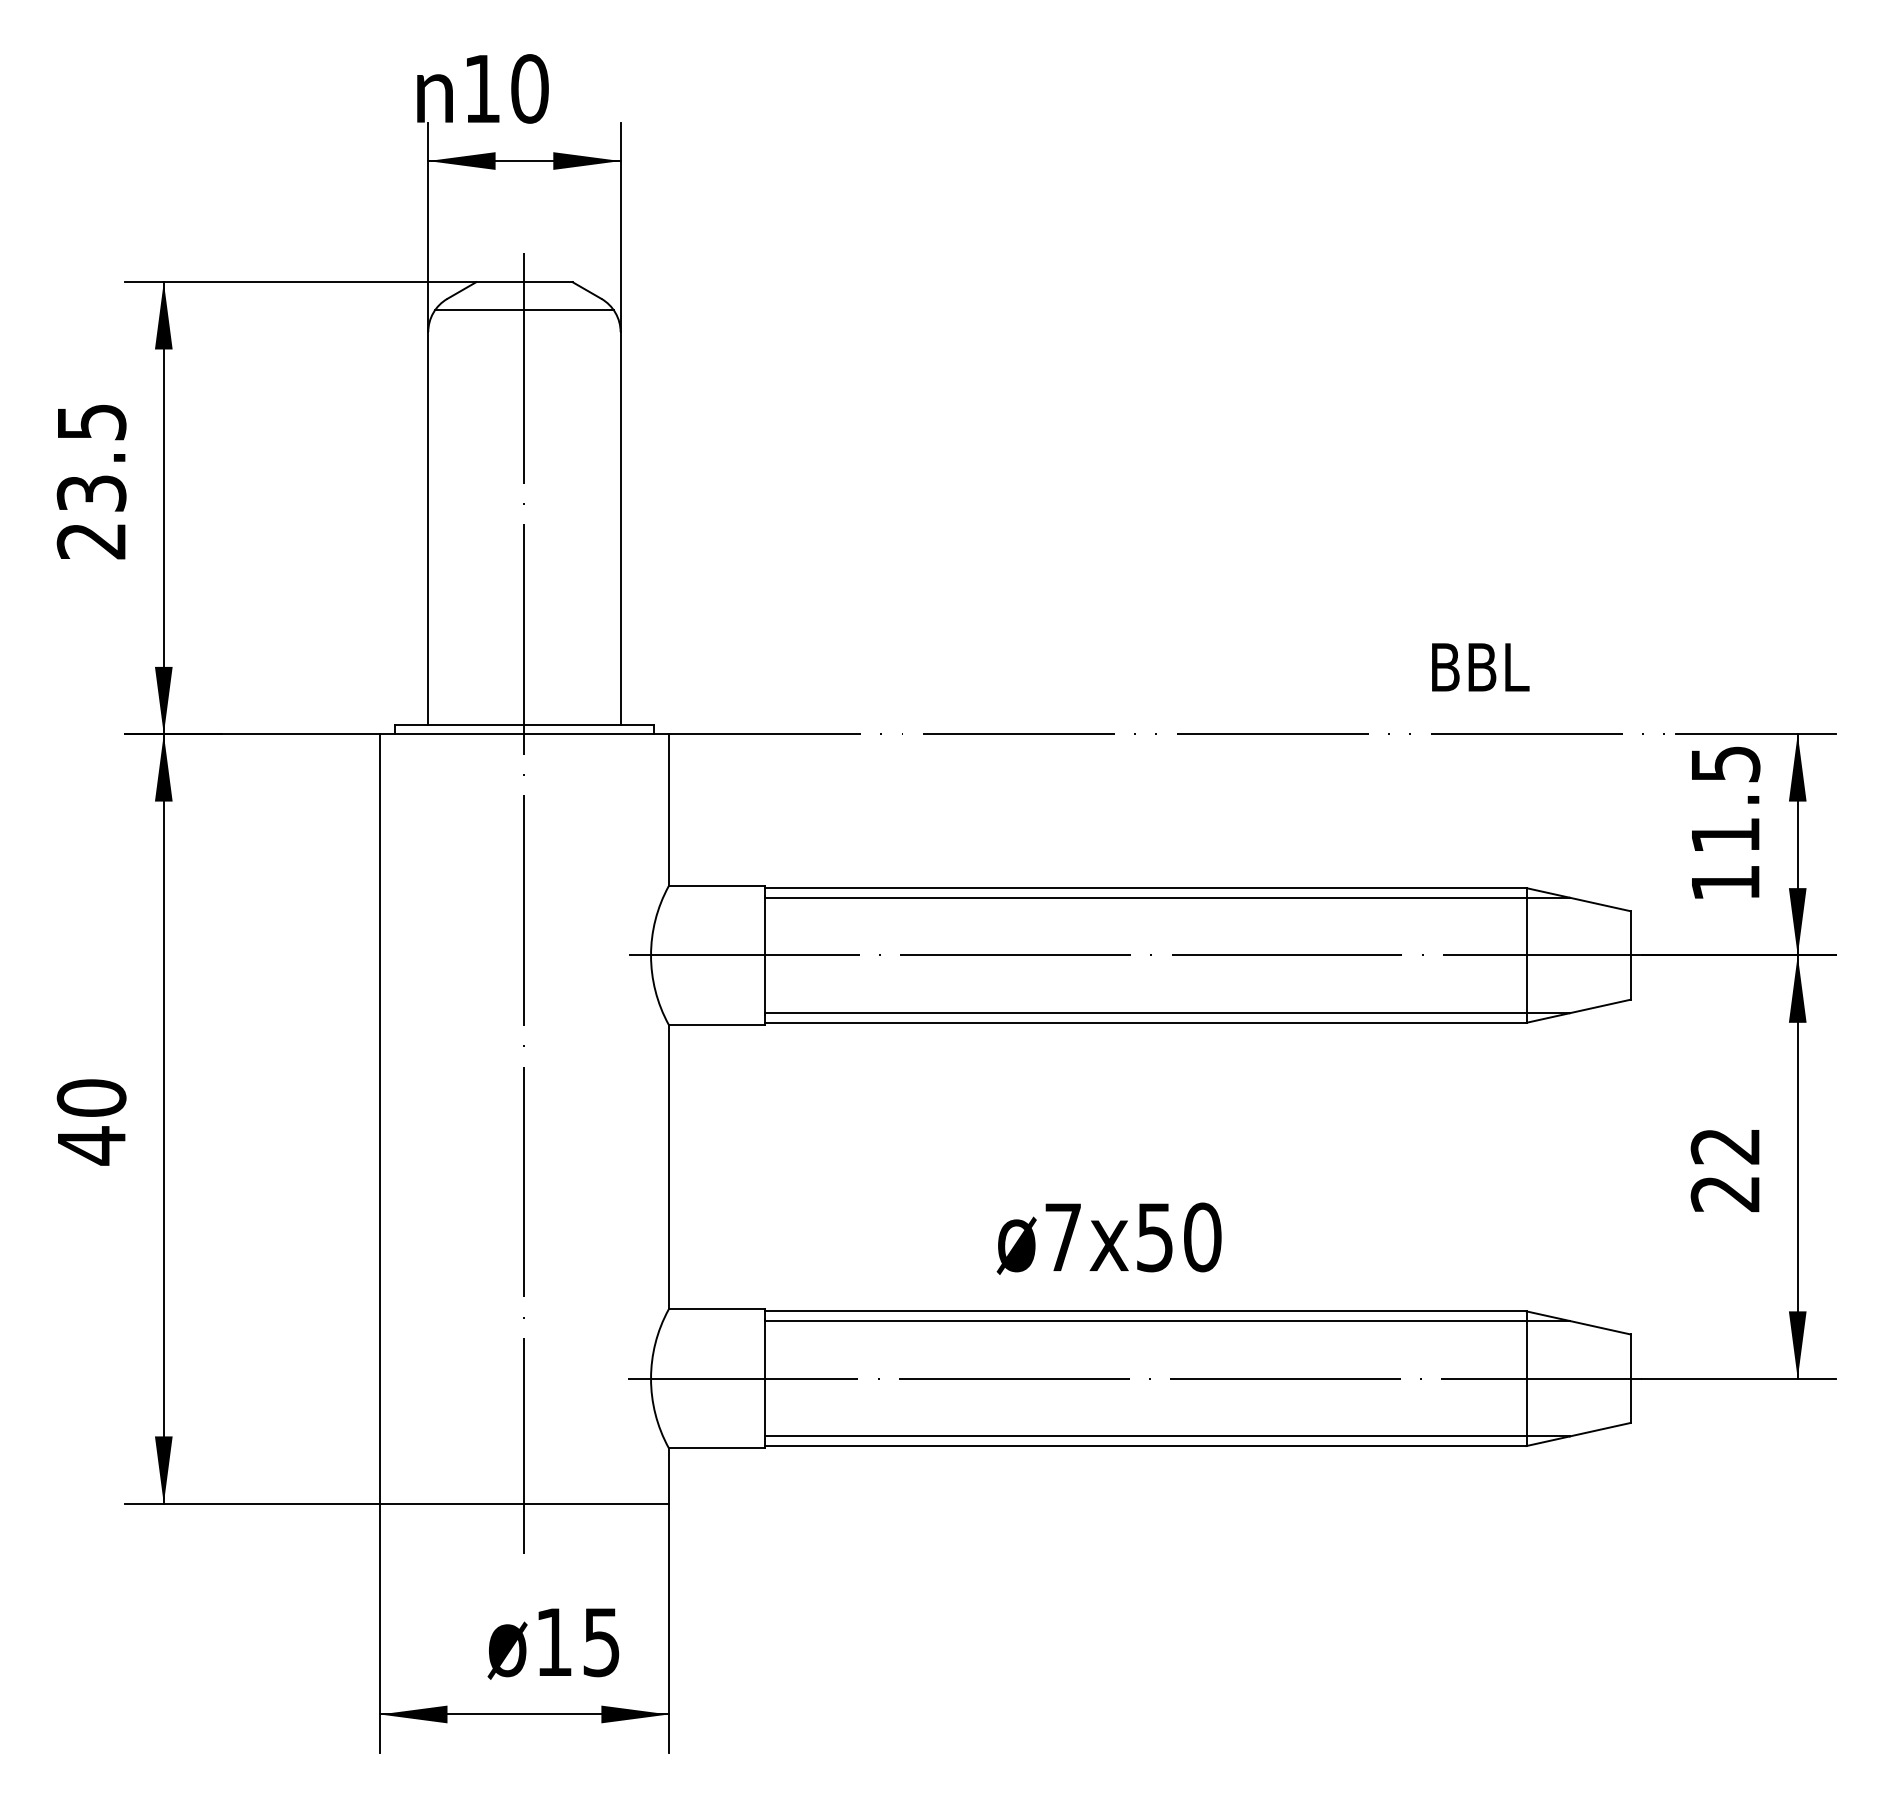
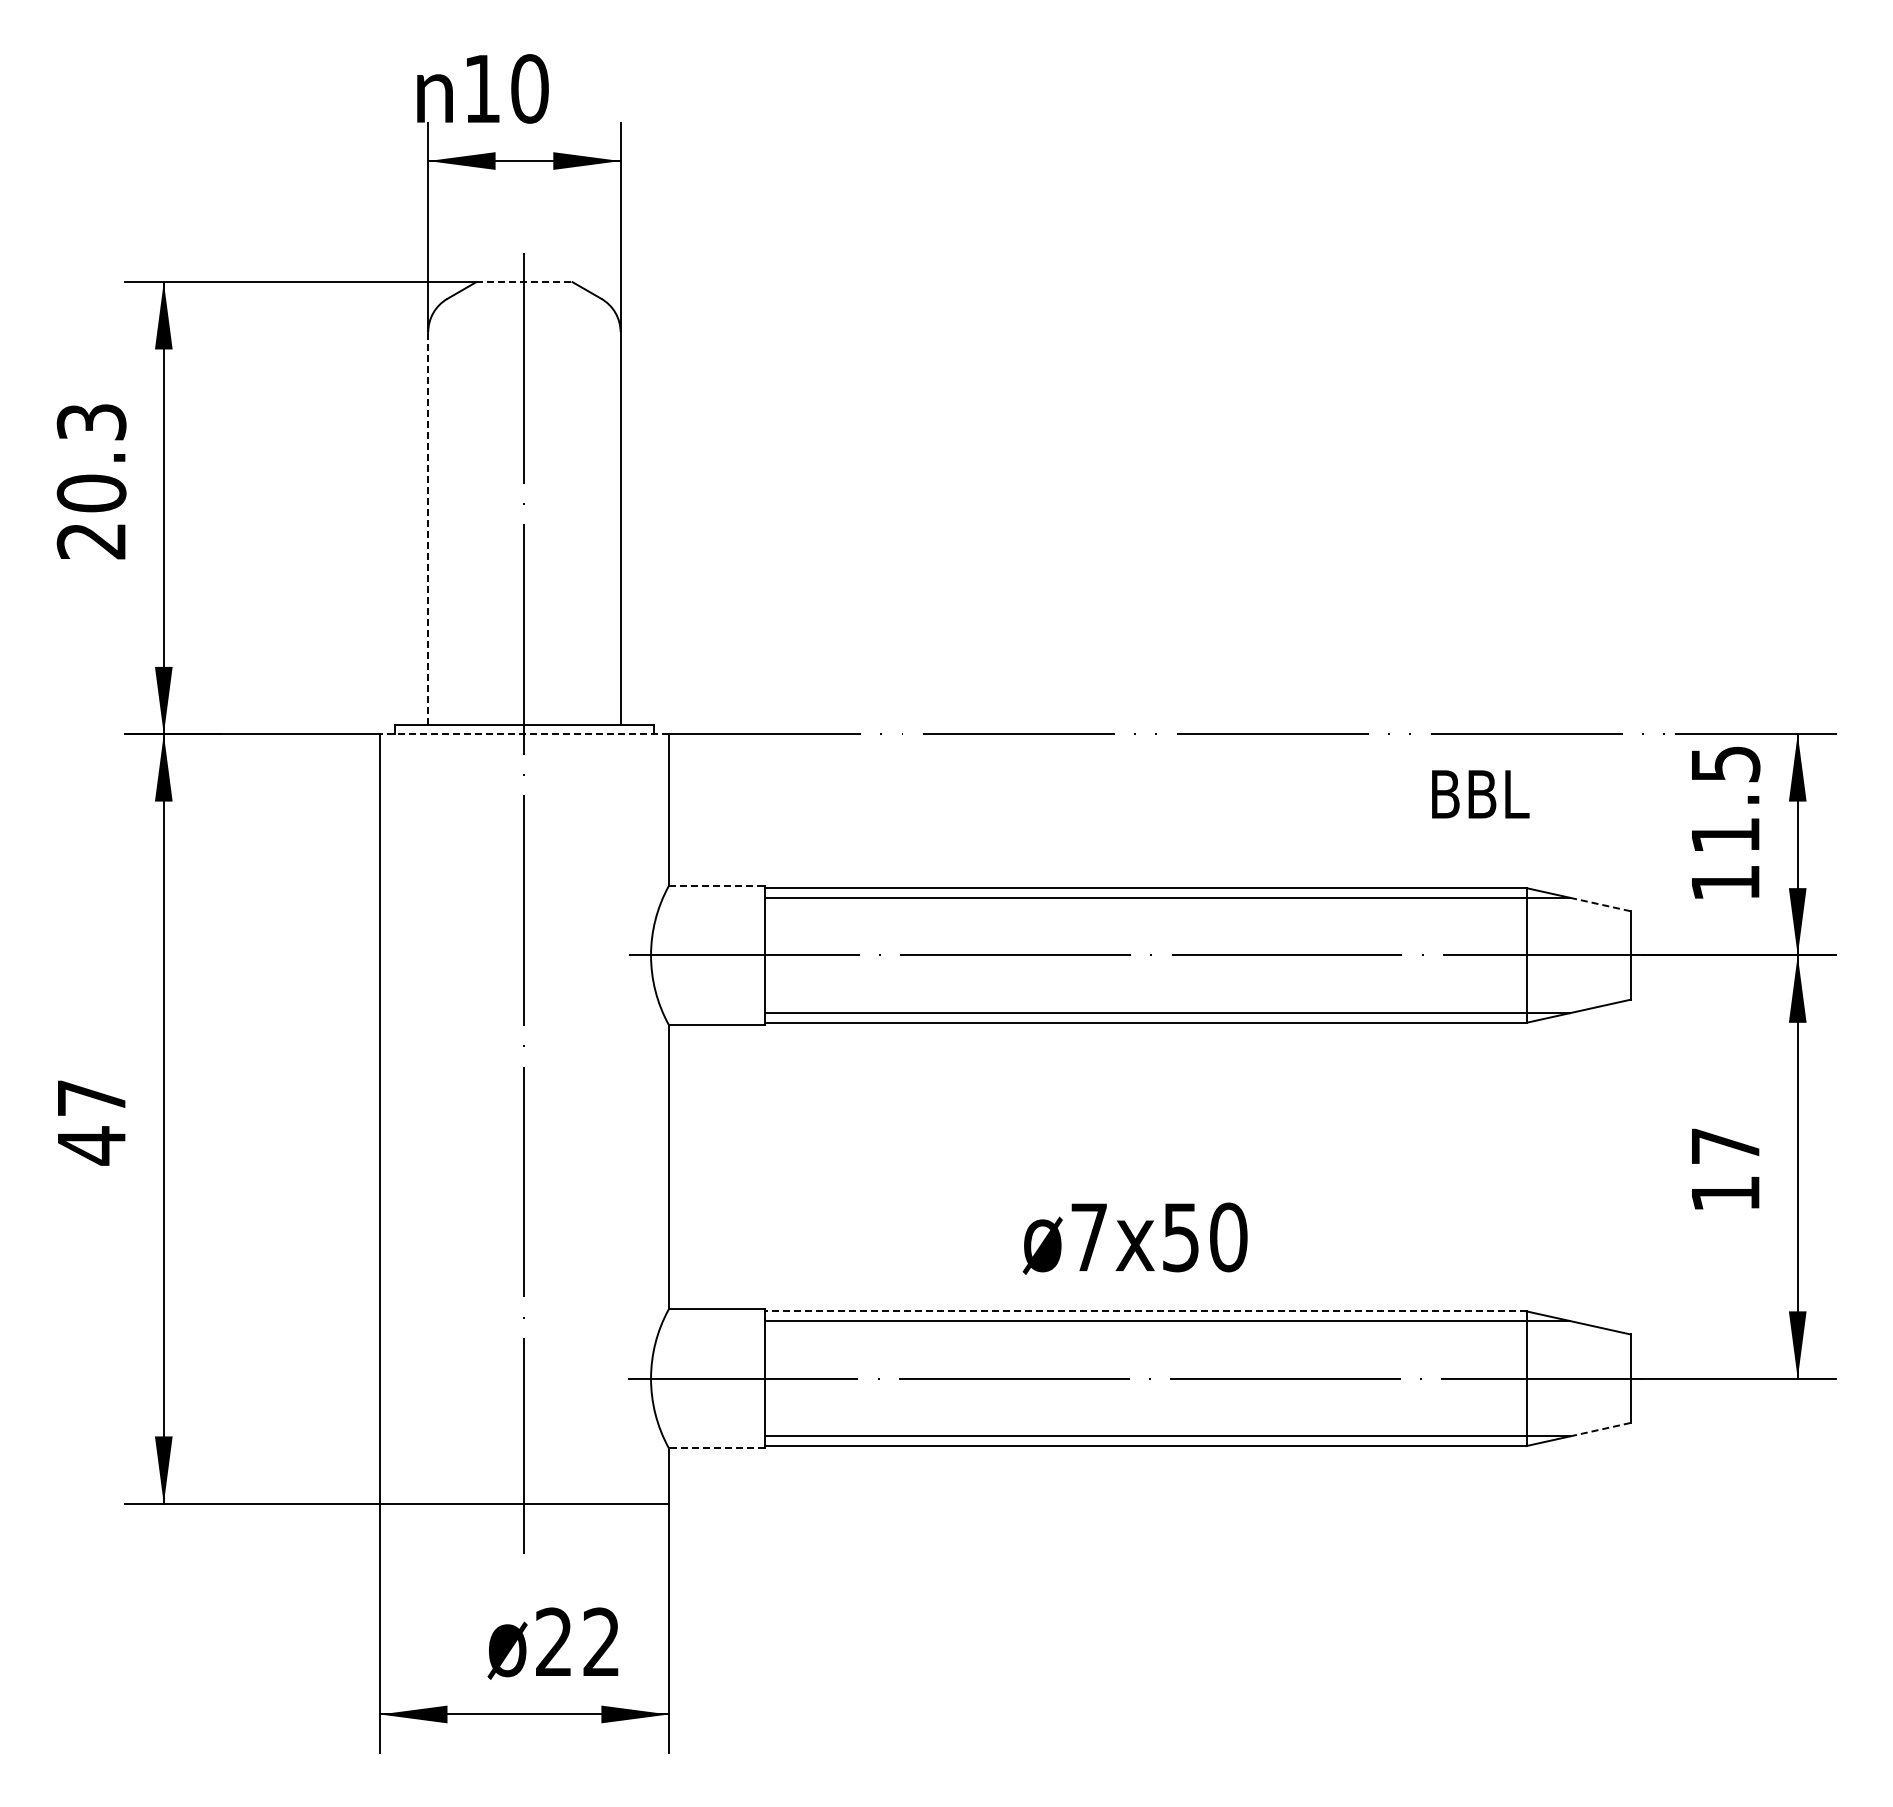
line at (524, 282): solid -> dashed
line at (524, 309): present -> none
text at (91, 458): 23.5 -> 20.3
line at (428, 527): solid -> dashed
text at (1480, 667) position: (1480, 667) -> (1480, 794)
line at (523, 734): solid -> dashed
line at (717, 886): solid -> dashed
line at (1599, 904): solid -> dashed
text at (91, 1097): 40 -> 47
text at (1724, 1170): 22 -> 17
text at (1108, 1238) position: (1108, 1238) -> (1134, 1238)
line at (1145, 1311): solid -> dashed
line at (1599, 1429): solid -> dashed
line at (716, 1447): solid -> dashed
text at (577, 1642): 15 -> 22
